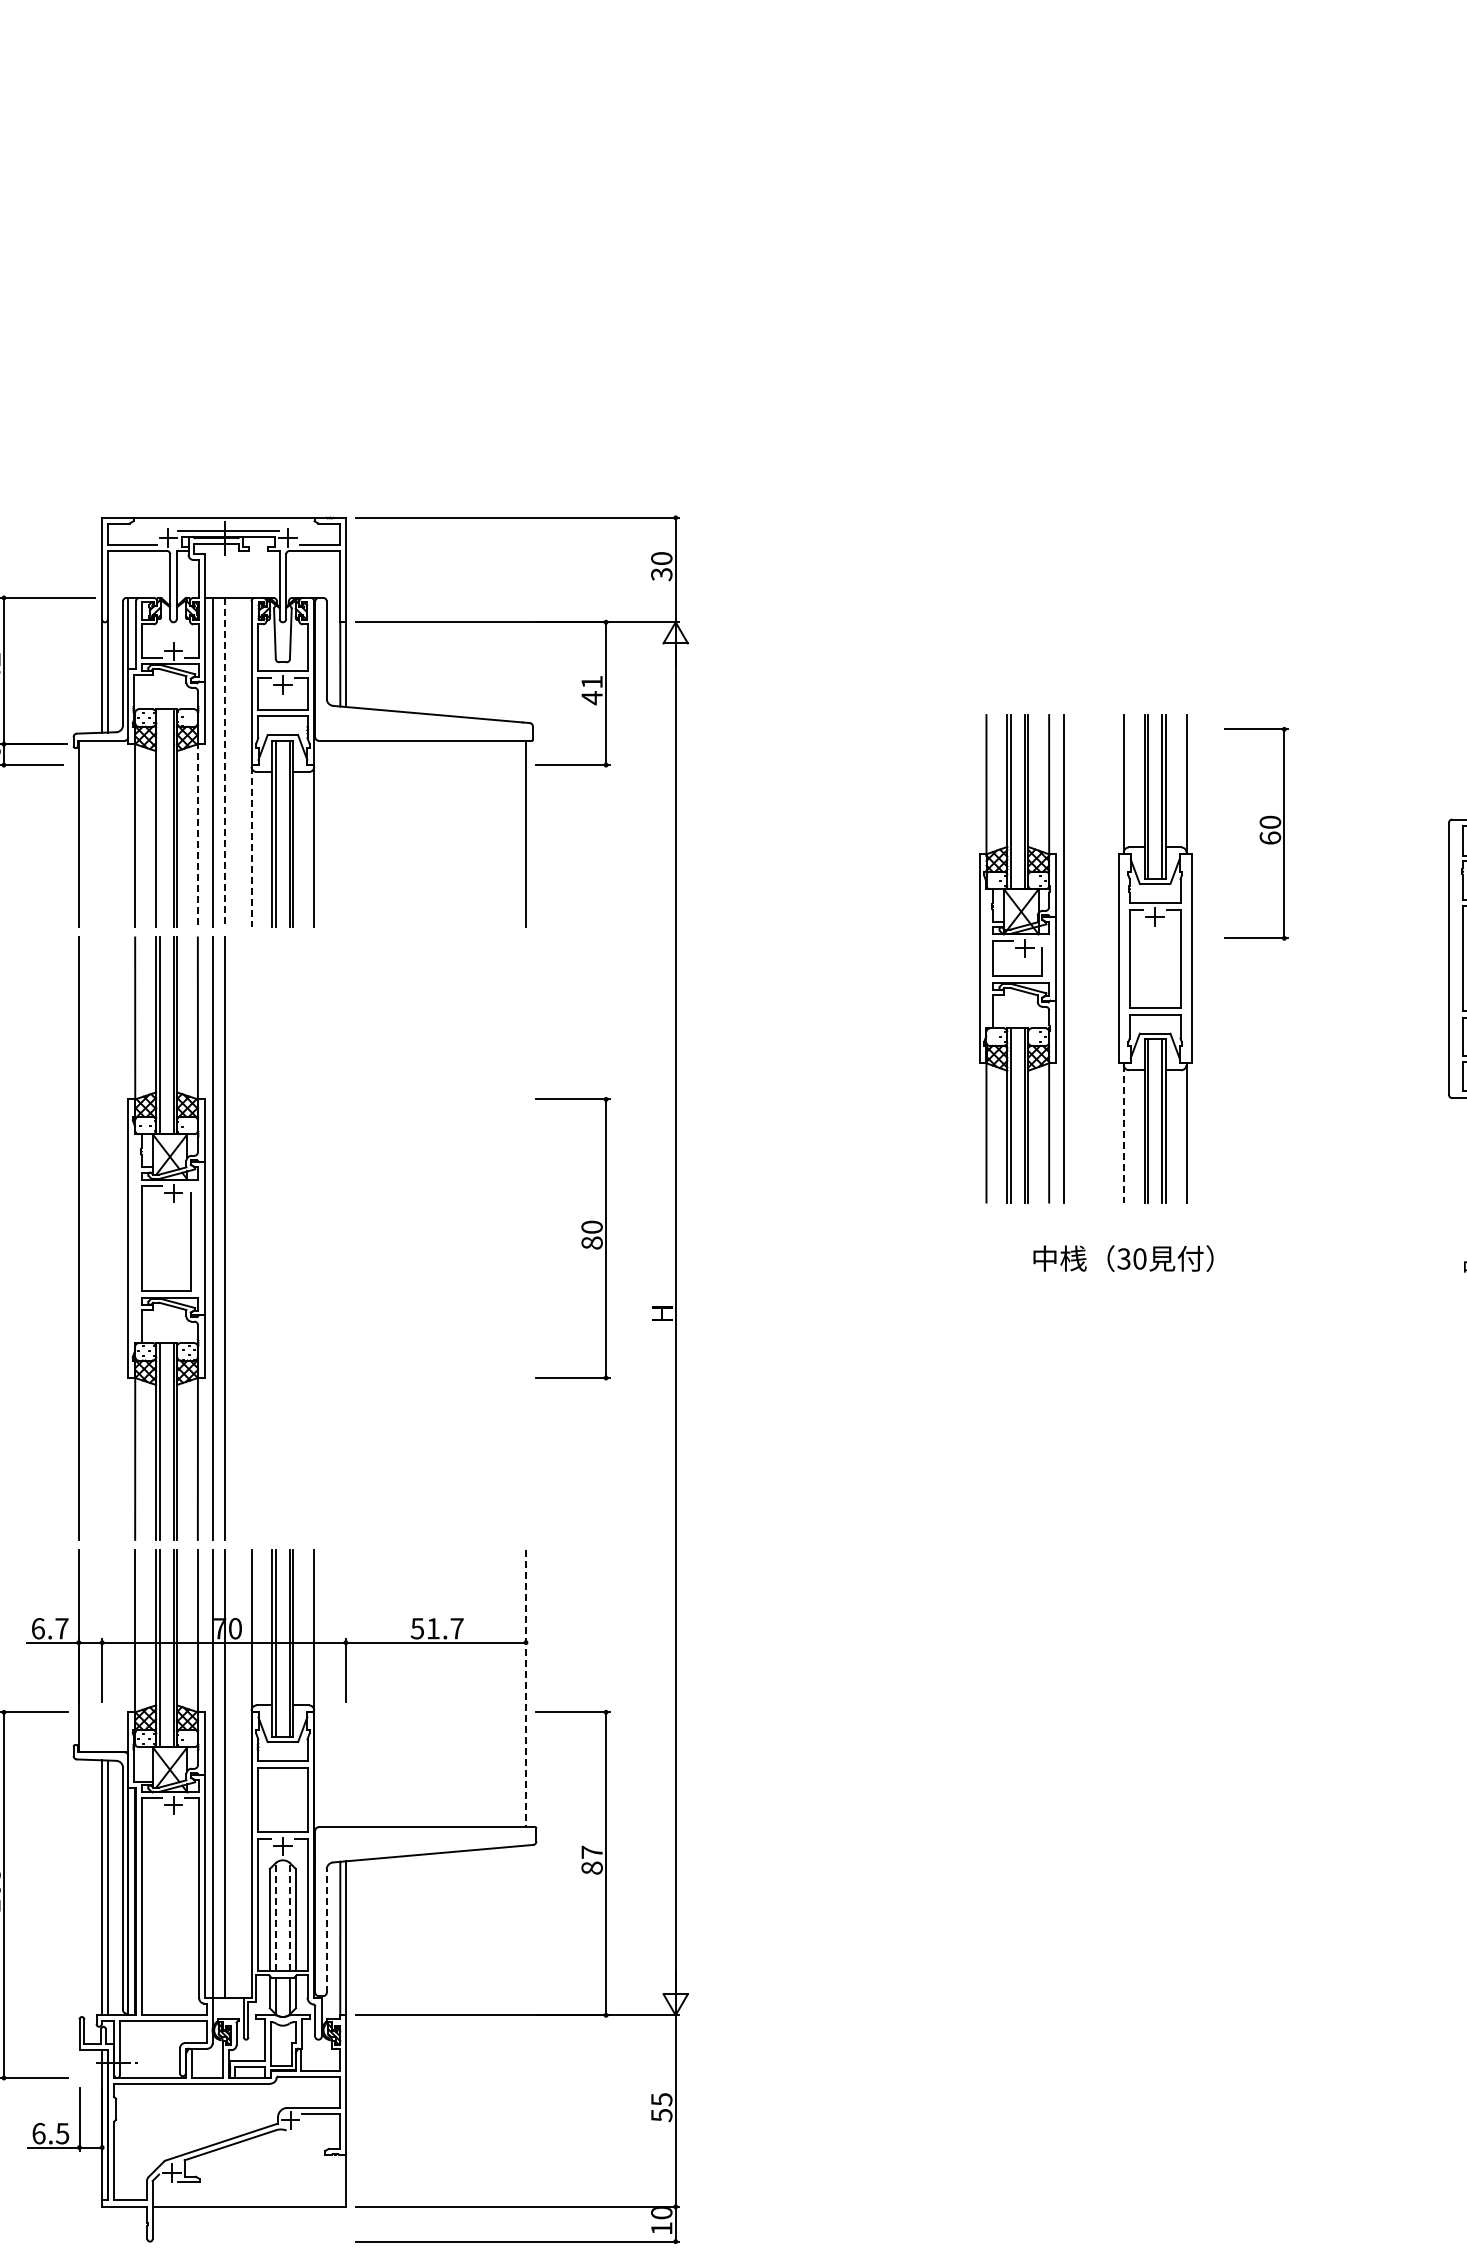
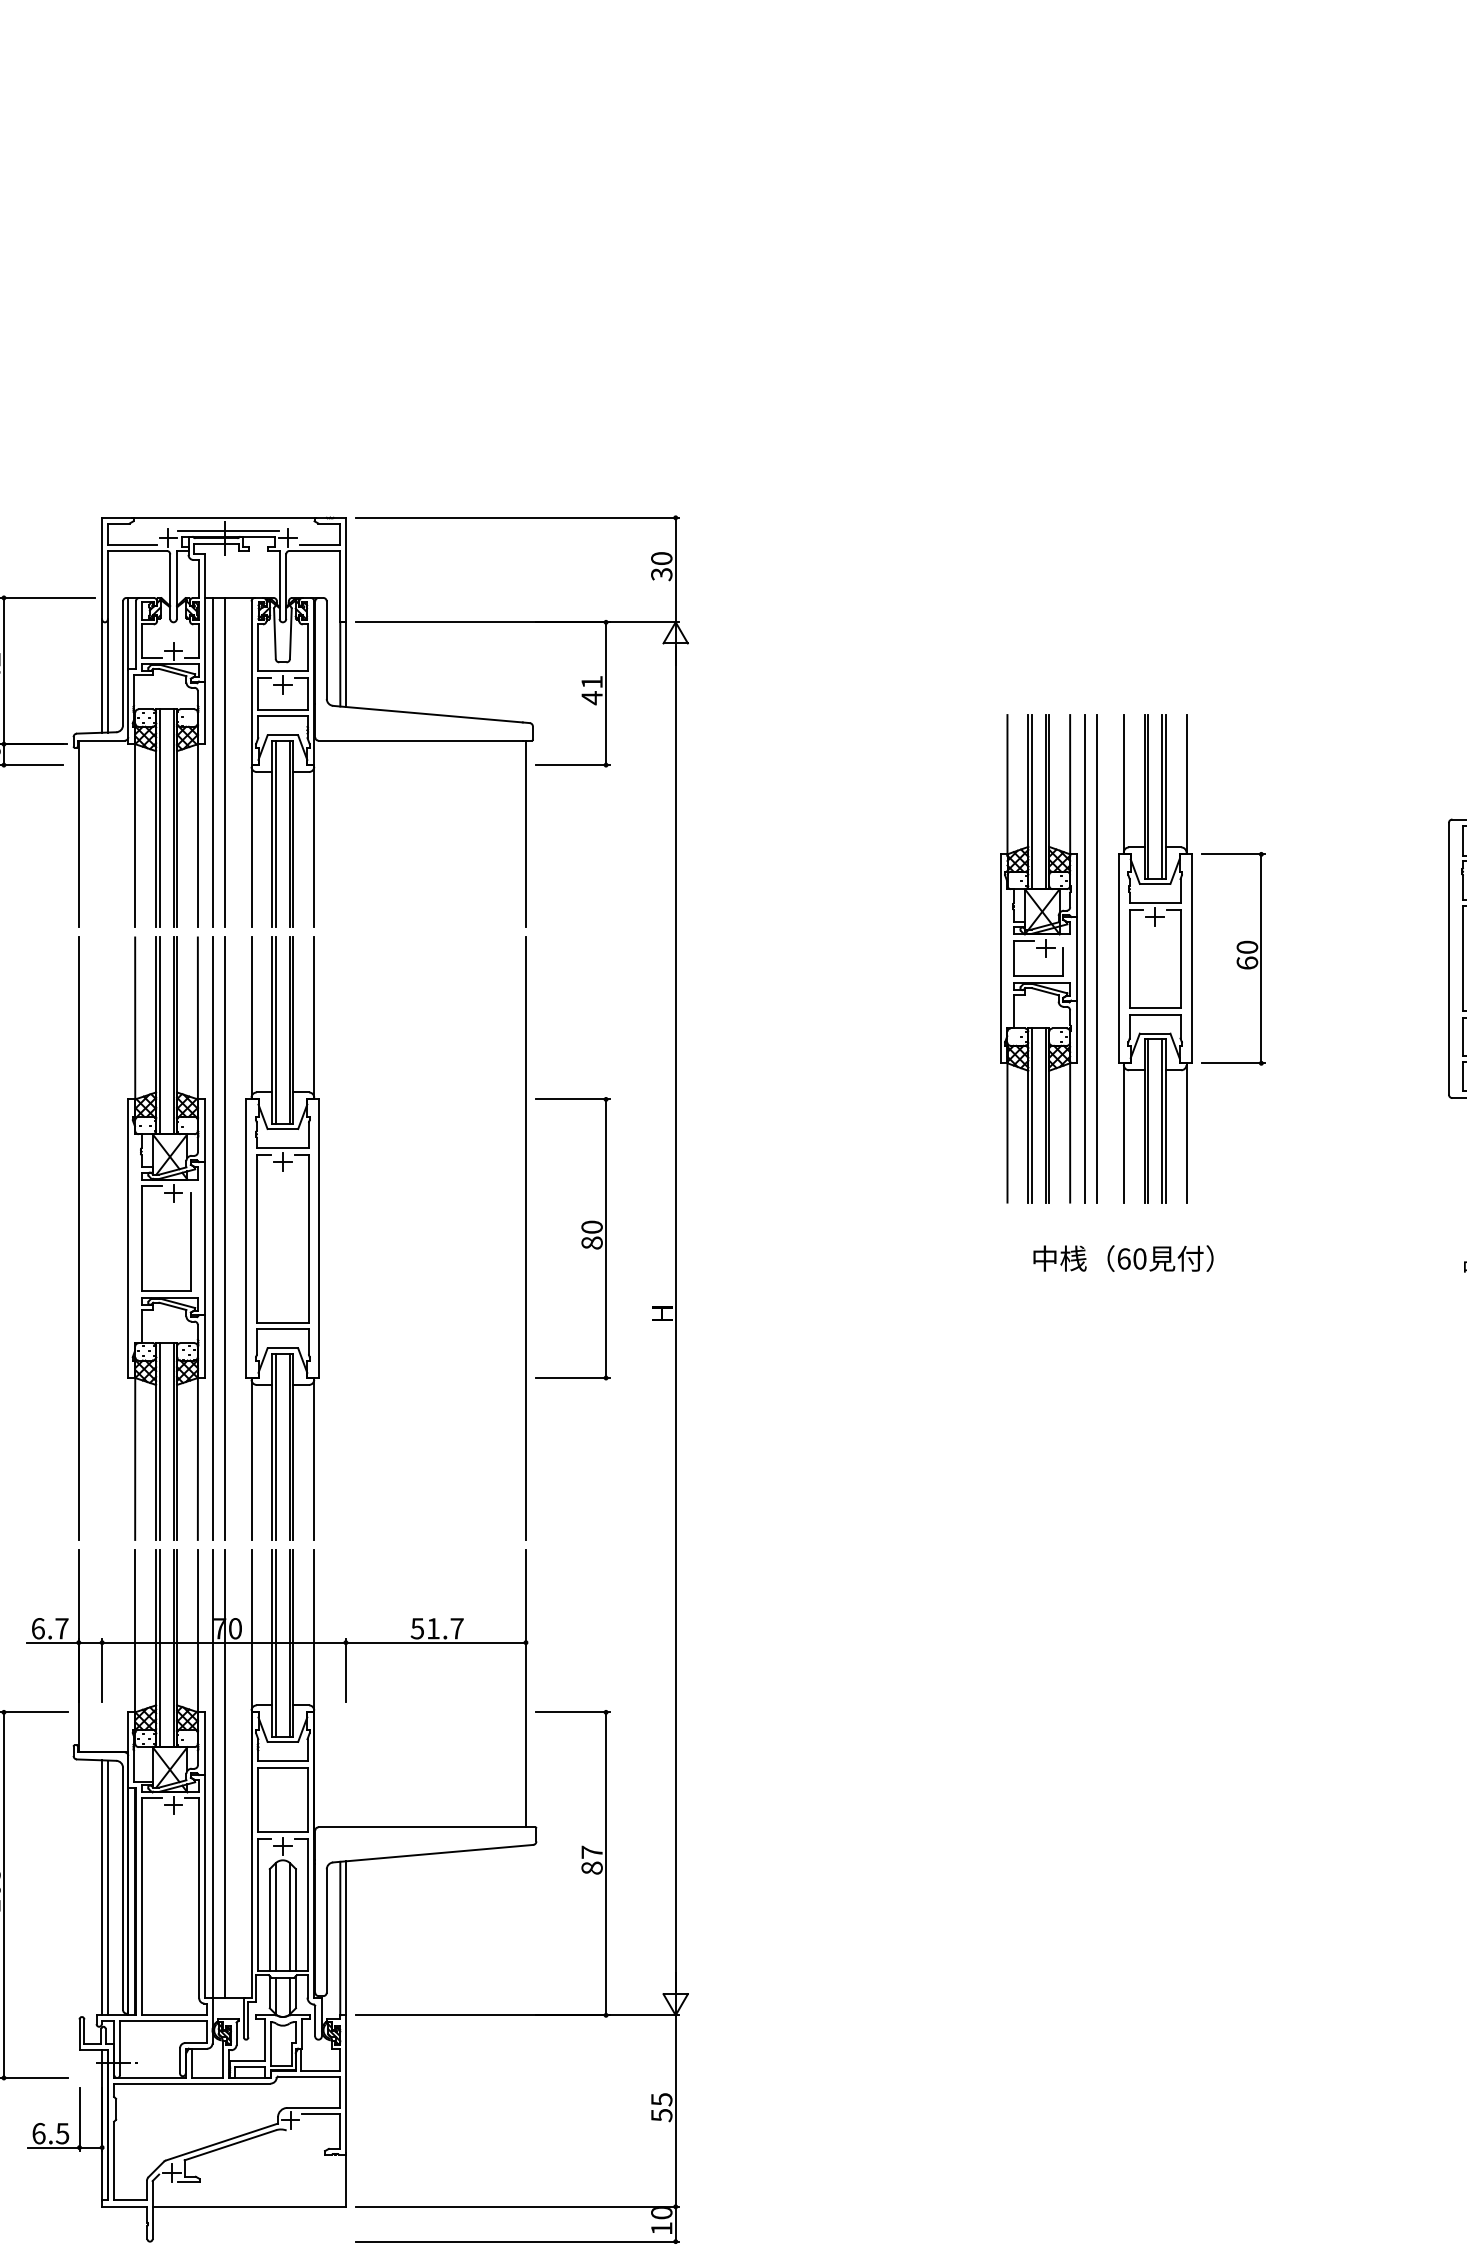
line at (224, 762): dashed -> solid
line at (159, 818): none -> present
part at (1256, 833) position: (1256, 833) -> (1233, 958)
line at (197, 835): dashed -> solid
line at (251, 847): dashed -> solid
part at (1021, 958) position: (1021, 958) -> (1042, 958)
line at (1096, 958): none -> present
line at (1123, 1133): dashed -> solid
part at (282, 1238): none -> present
line at (525, 1238): none -> present
text at (1123, 1258): 30 -> 60
line at (525, 1689): dashed -> solid
line at (275, 1917): dashed -> solid
line at (290, 1917): dashed -> solid
line at (326, 1931): dashed -> solid
